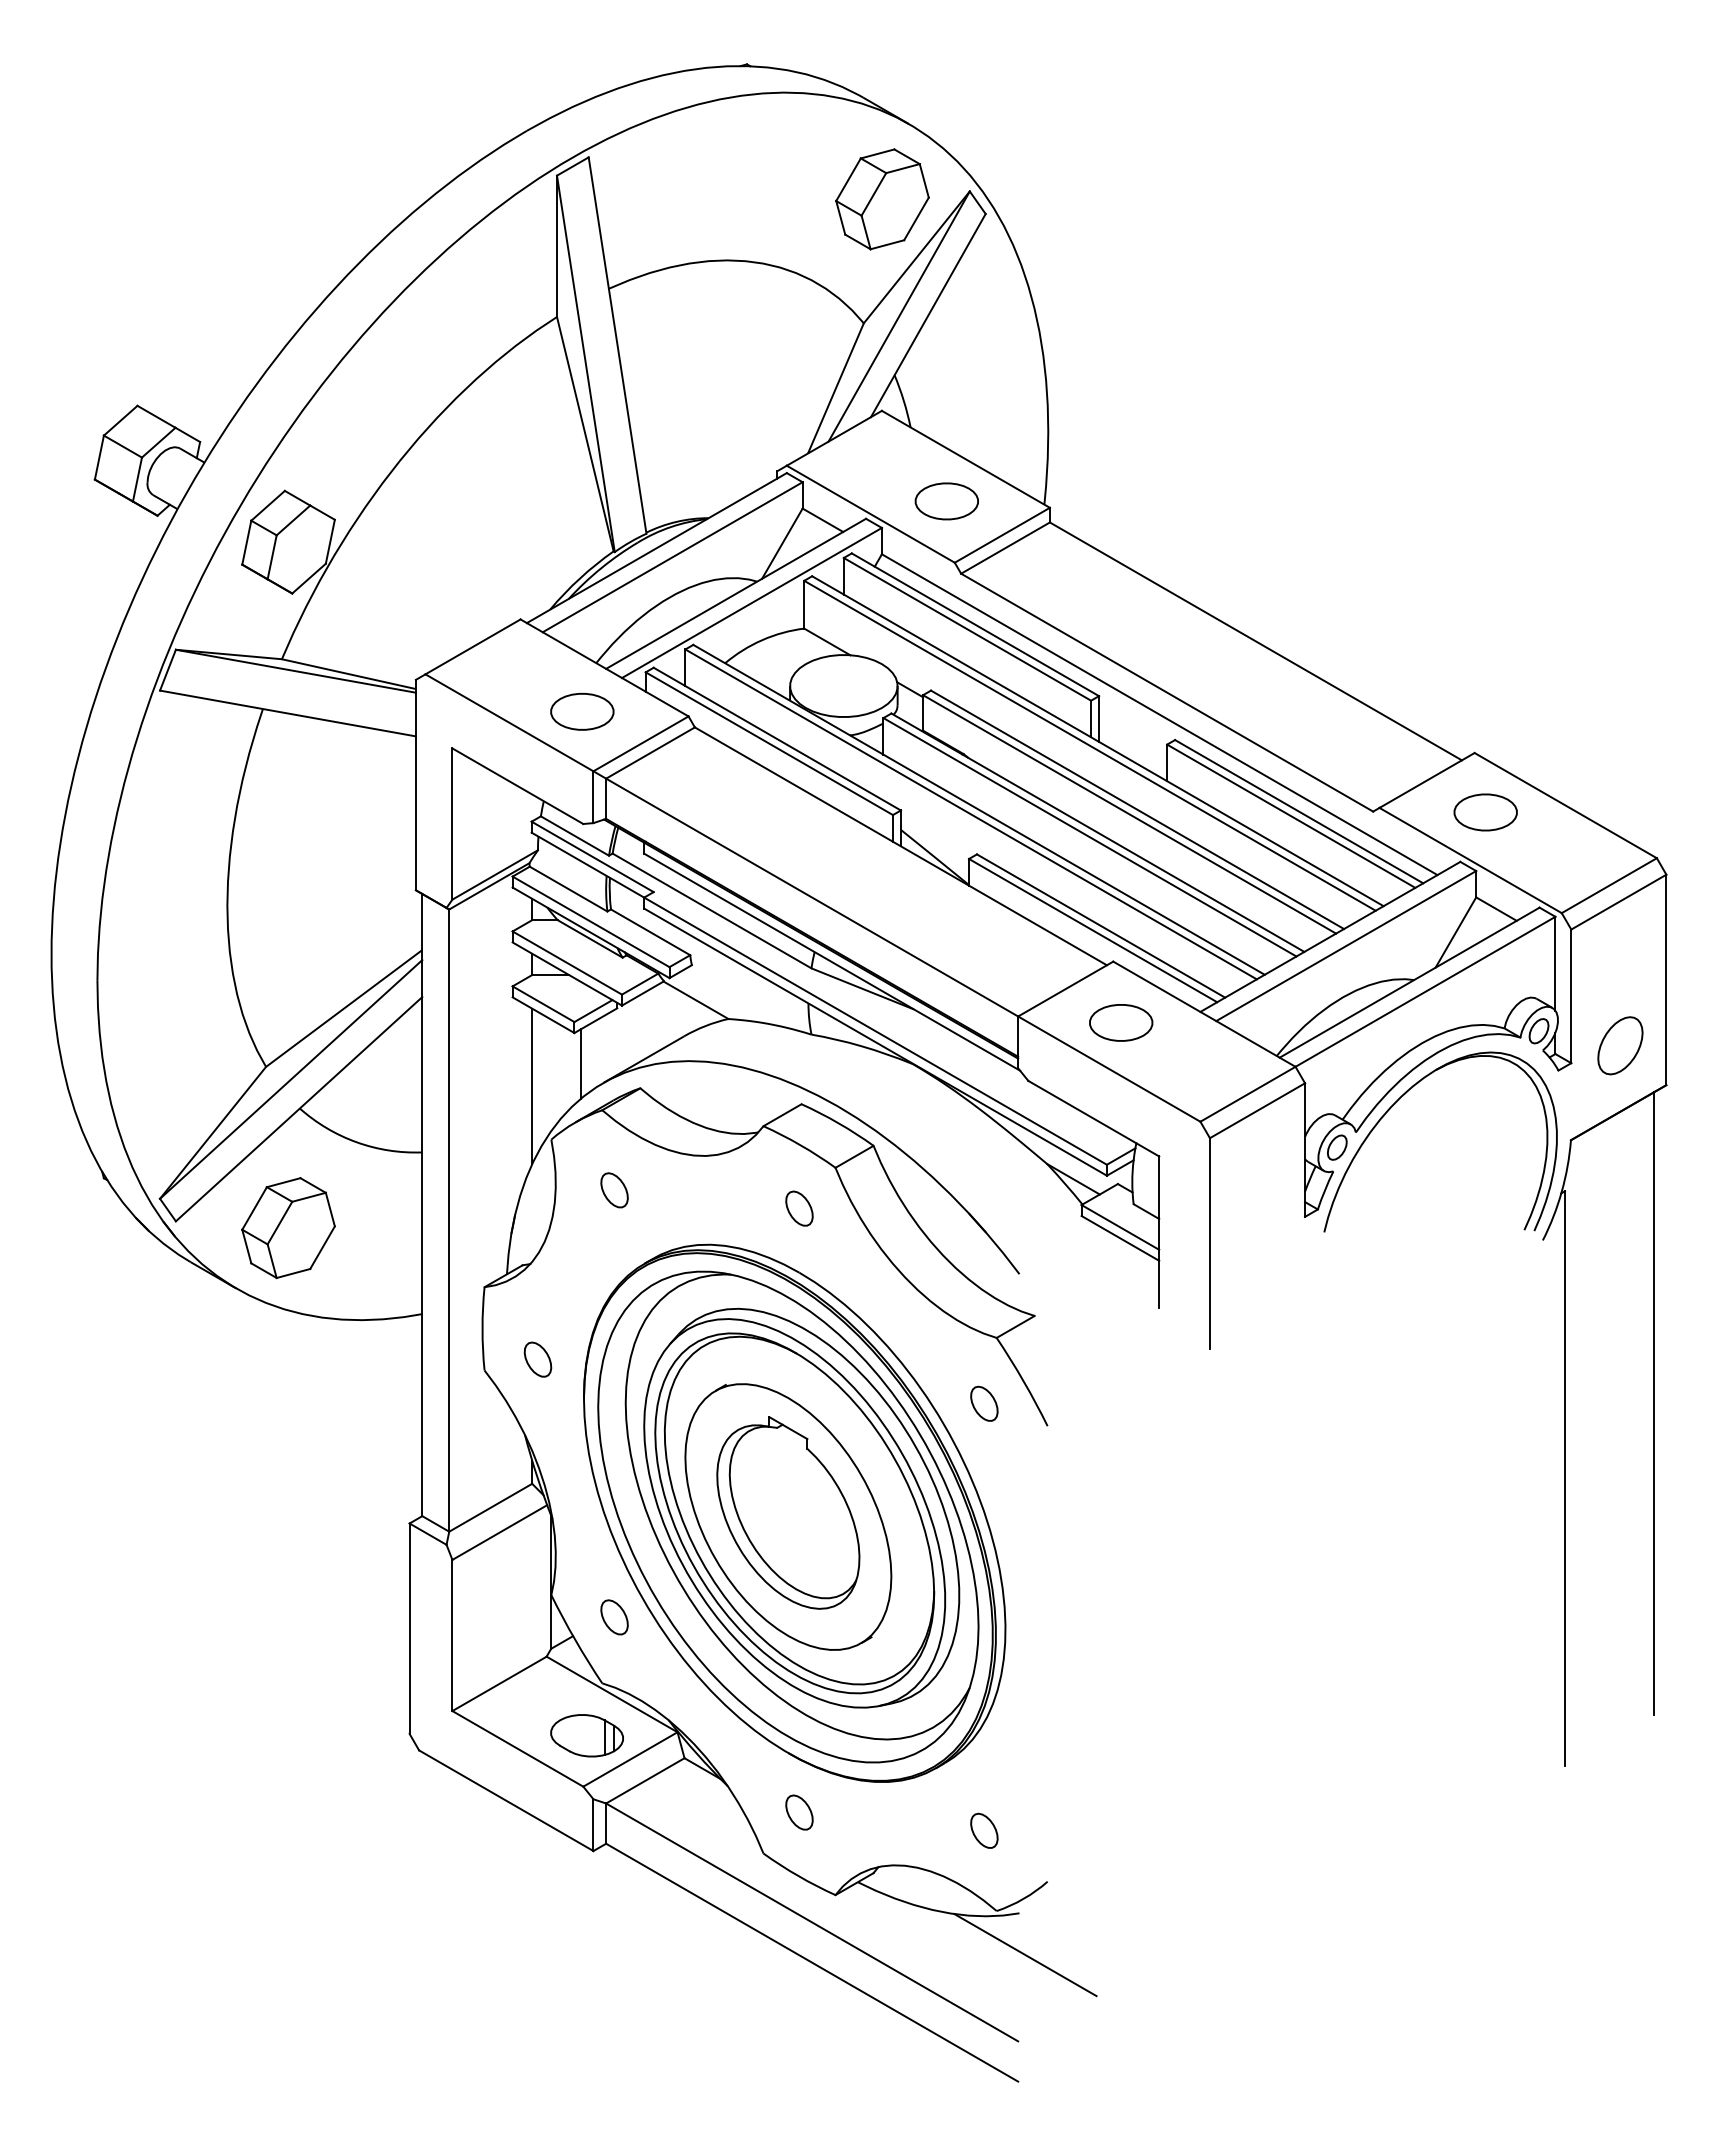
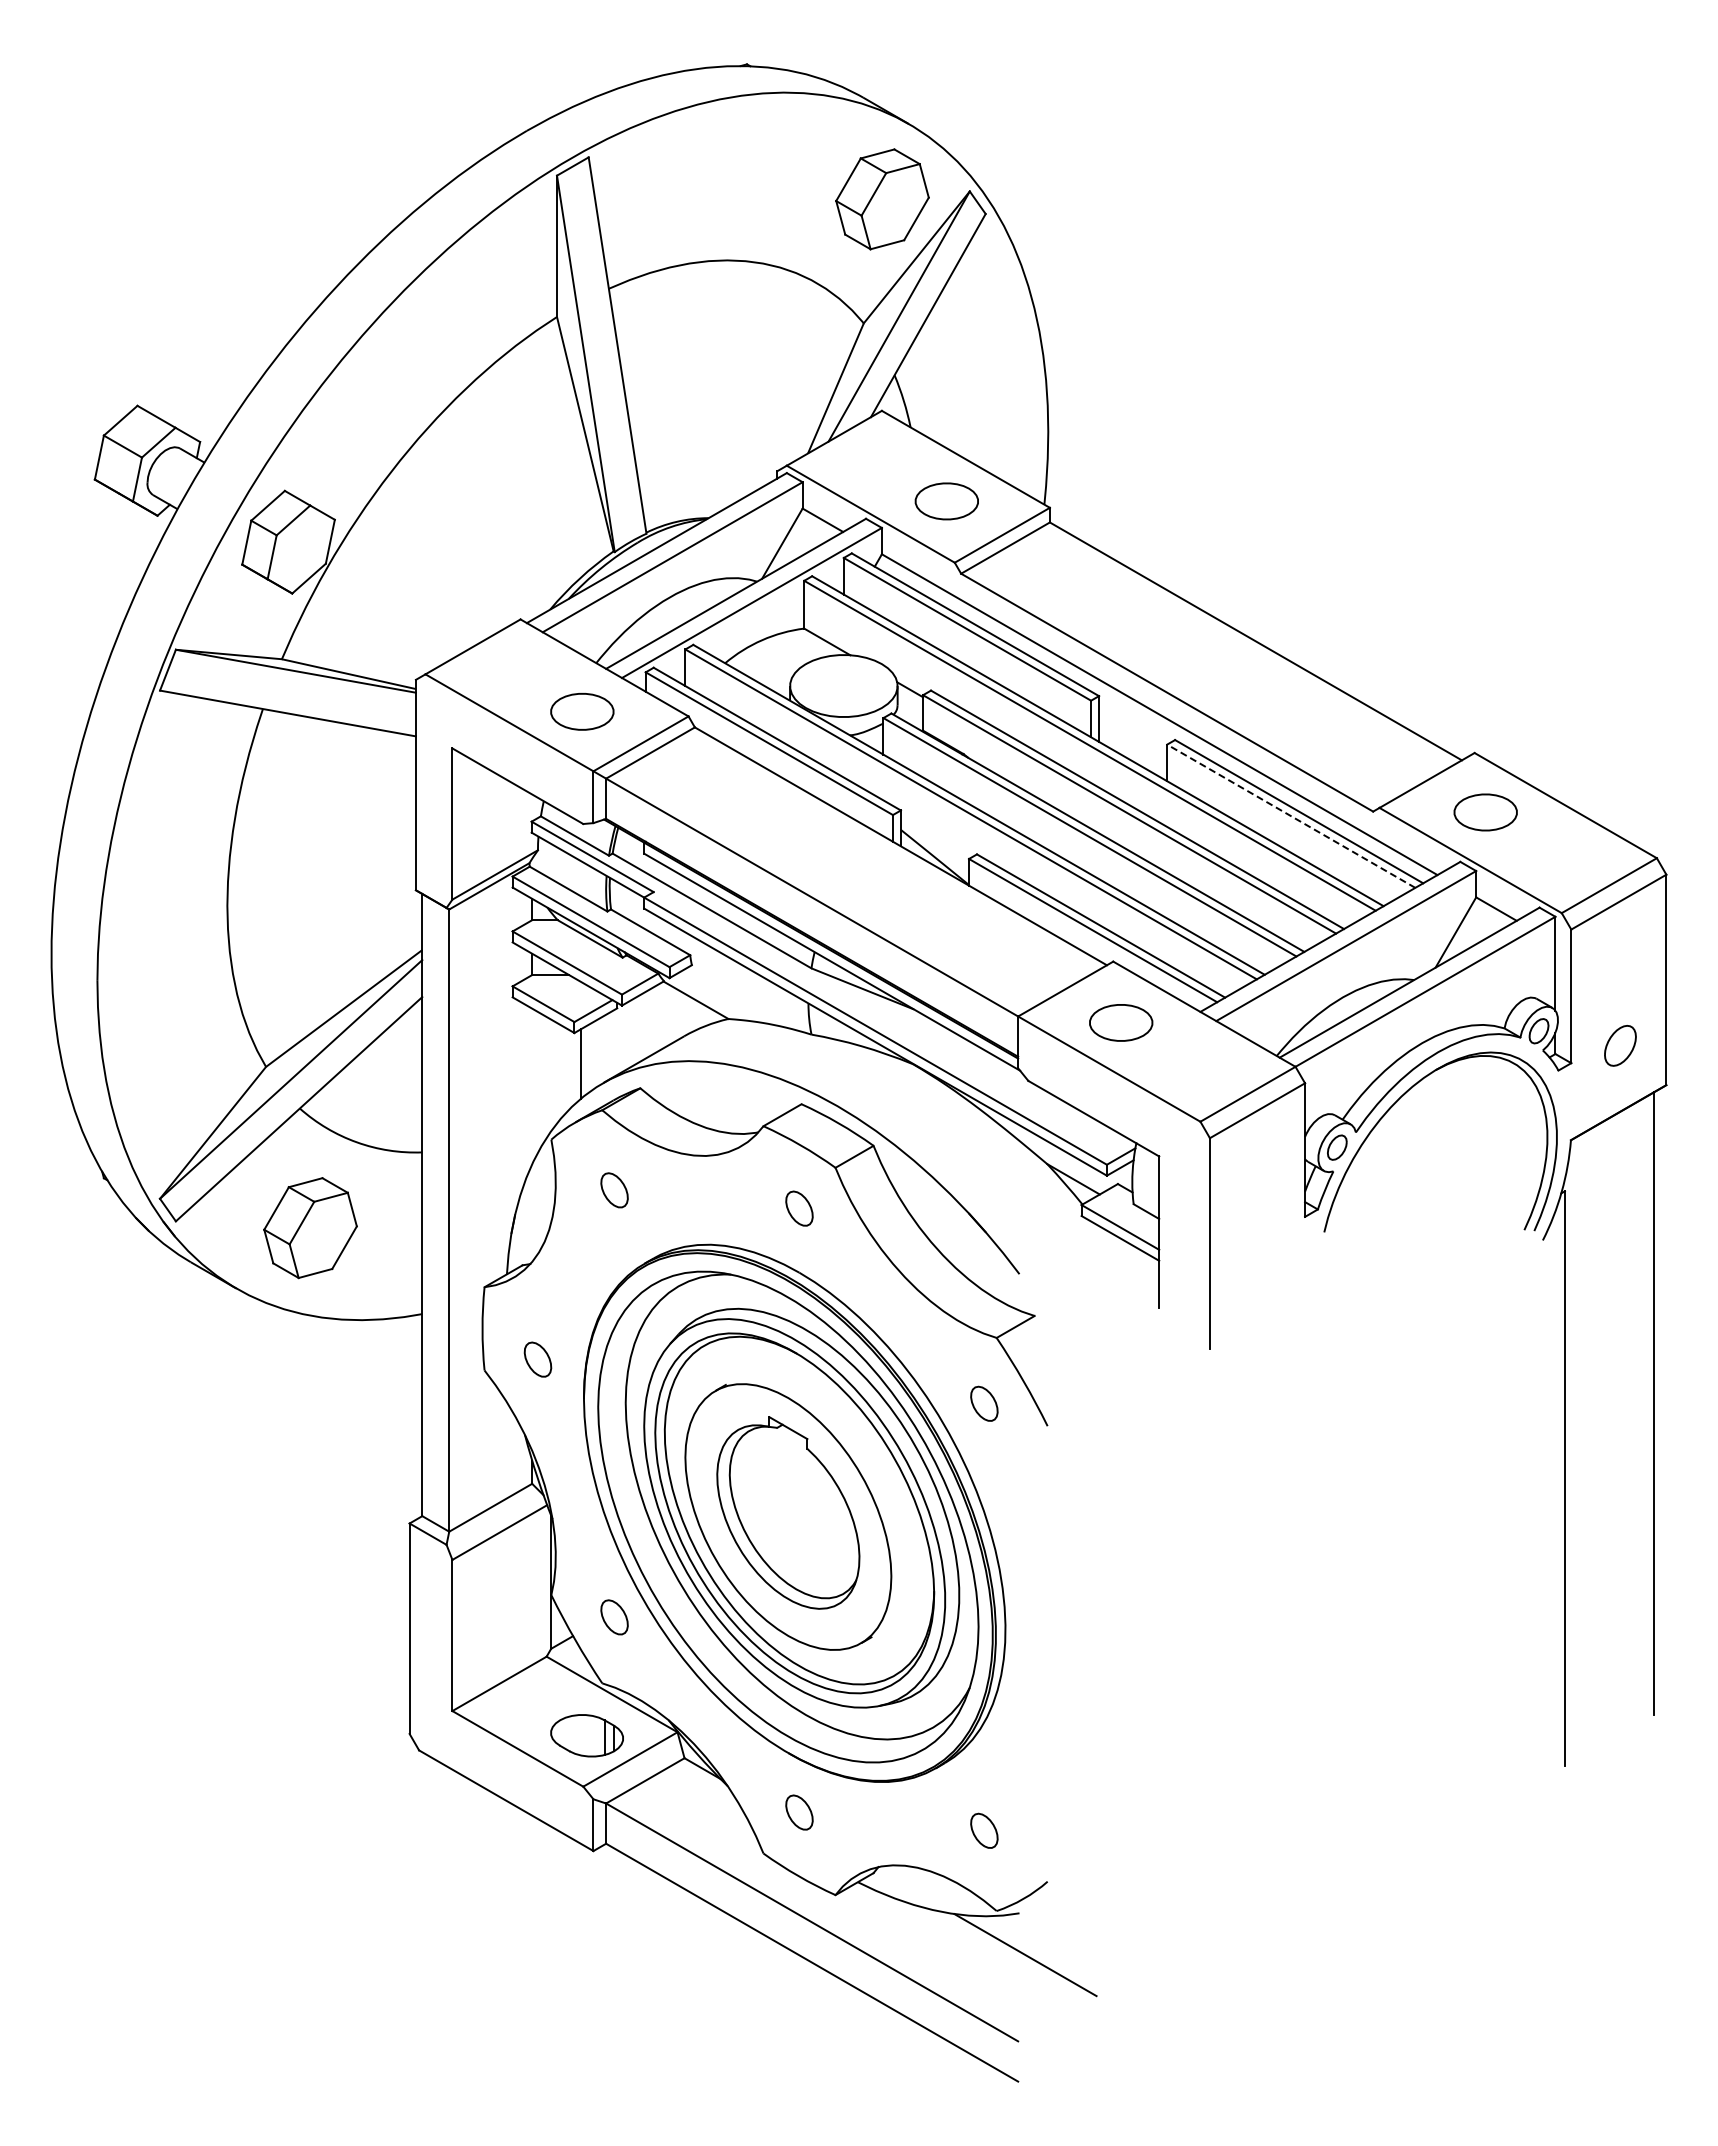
line at (1290, 816): solid -> dashed
part at (1620, 1045) size: 47x60 px -> 33x42 px
line at (532, 1086): present -> none
part at (288, 1228) position: (288, 1228) -> (310, 1228)
